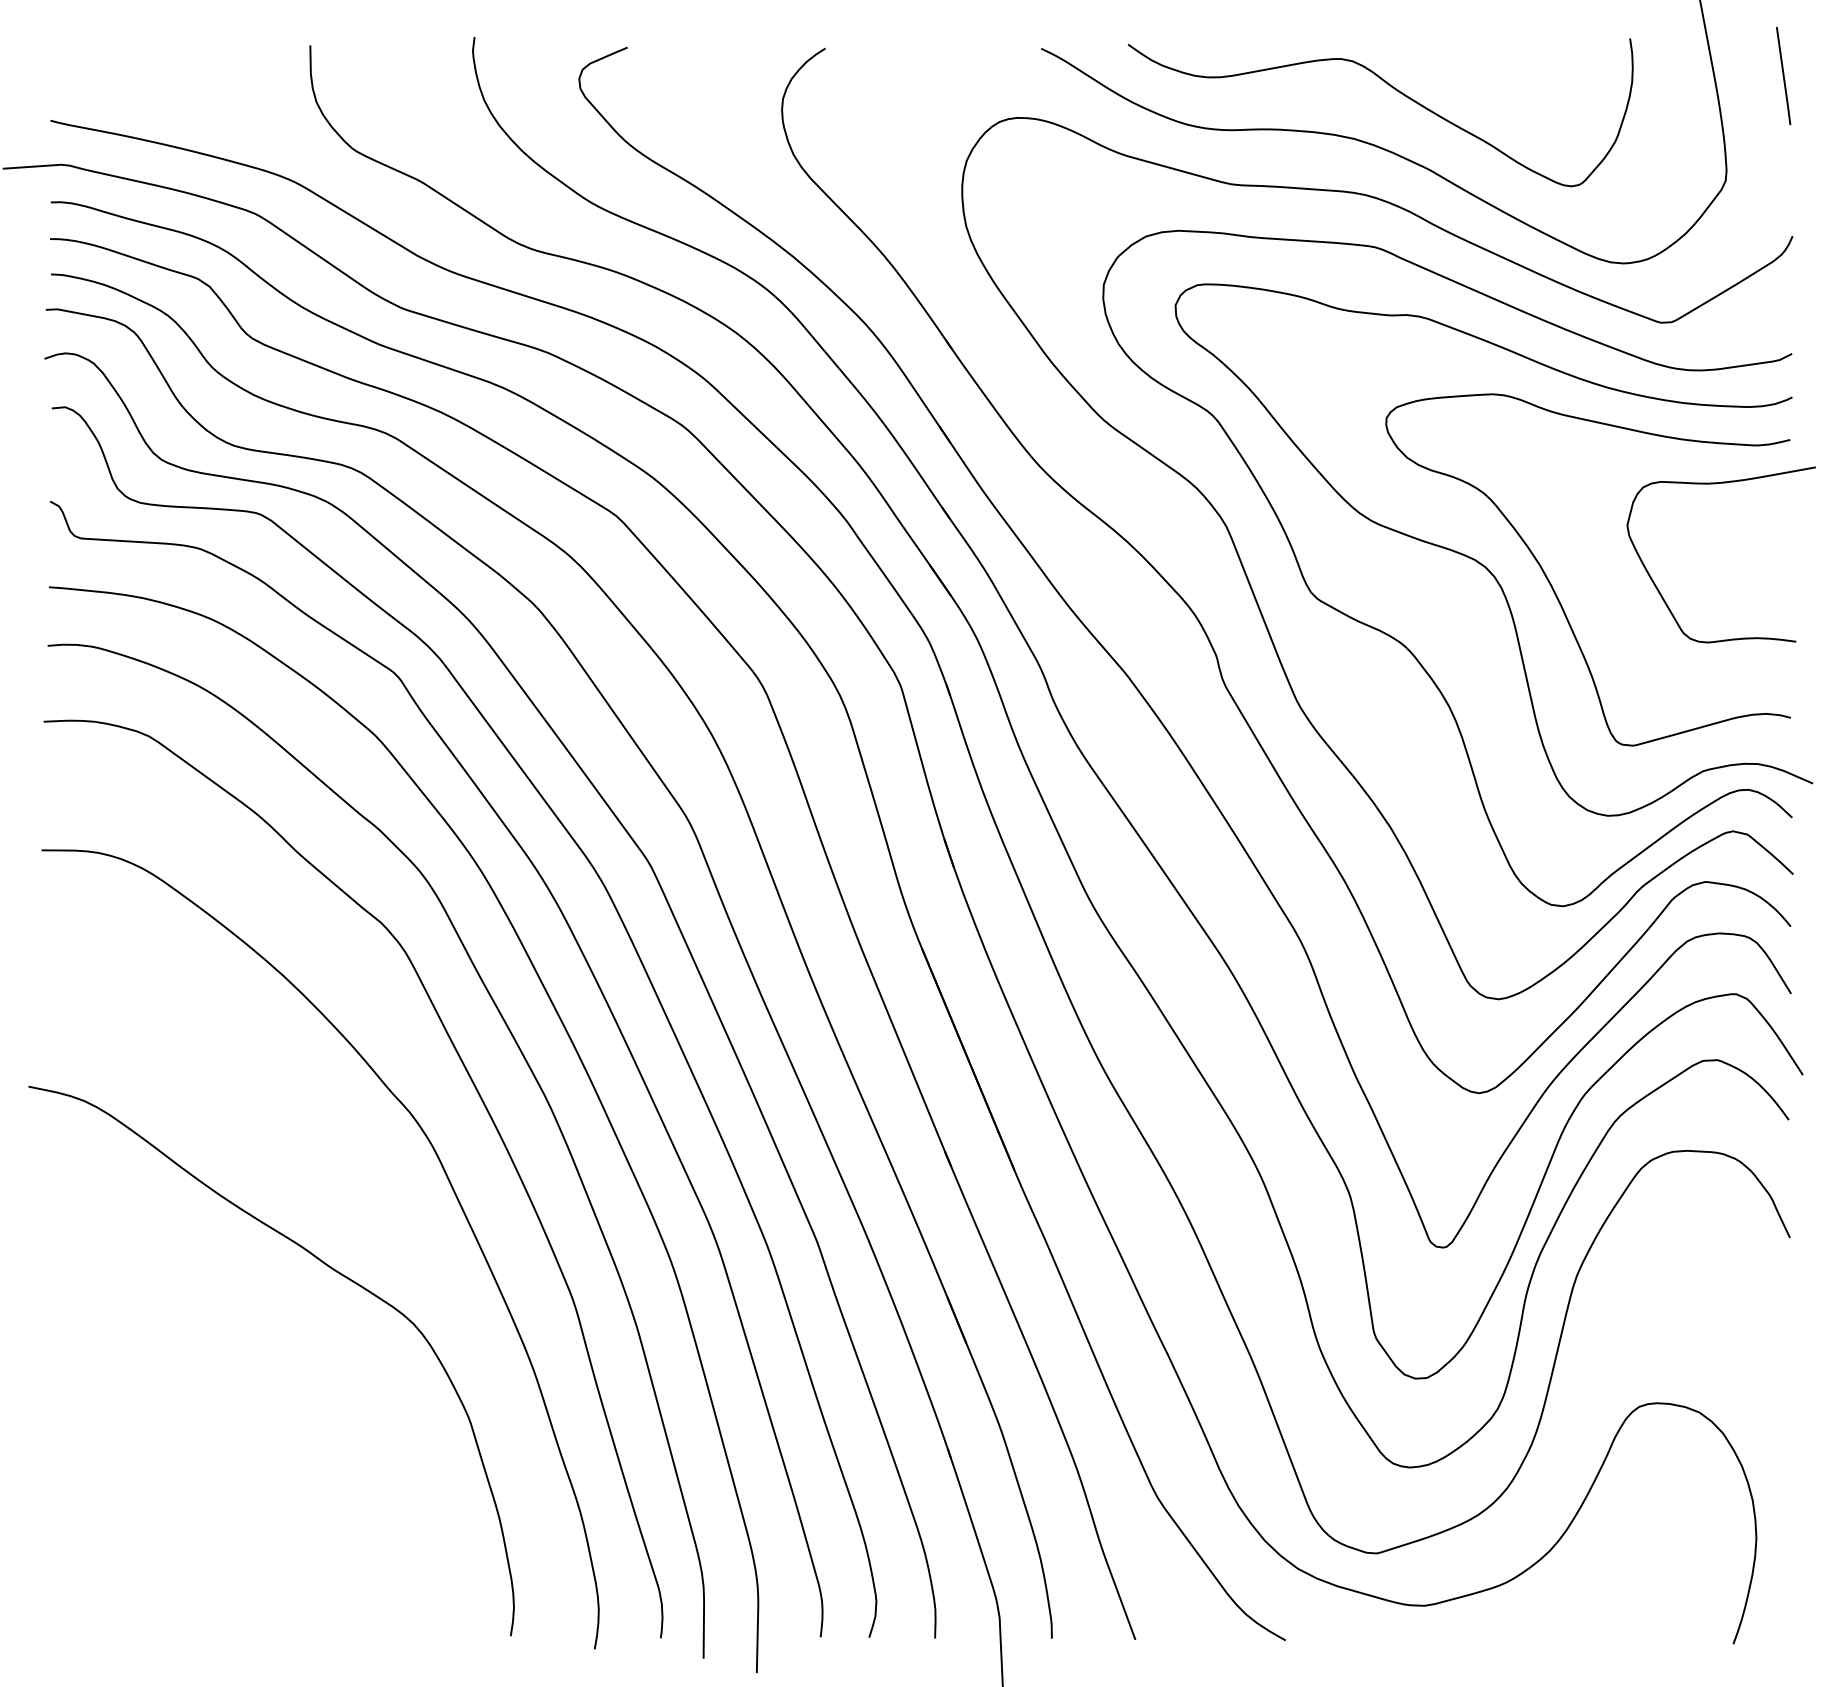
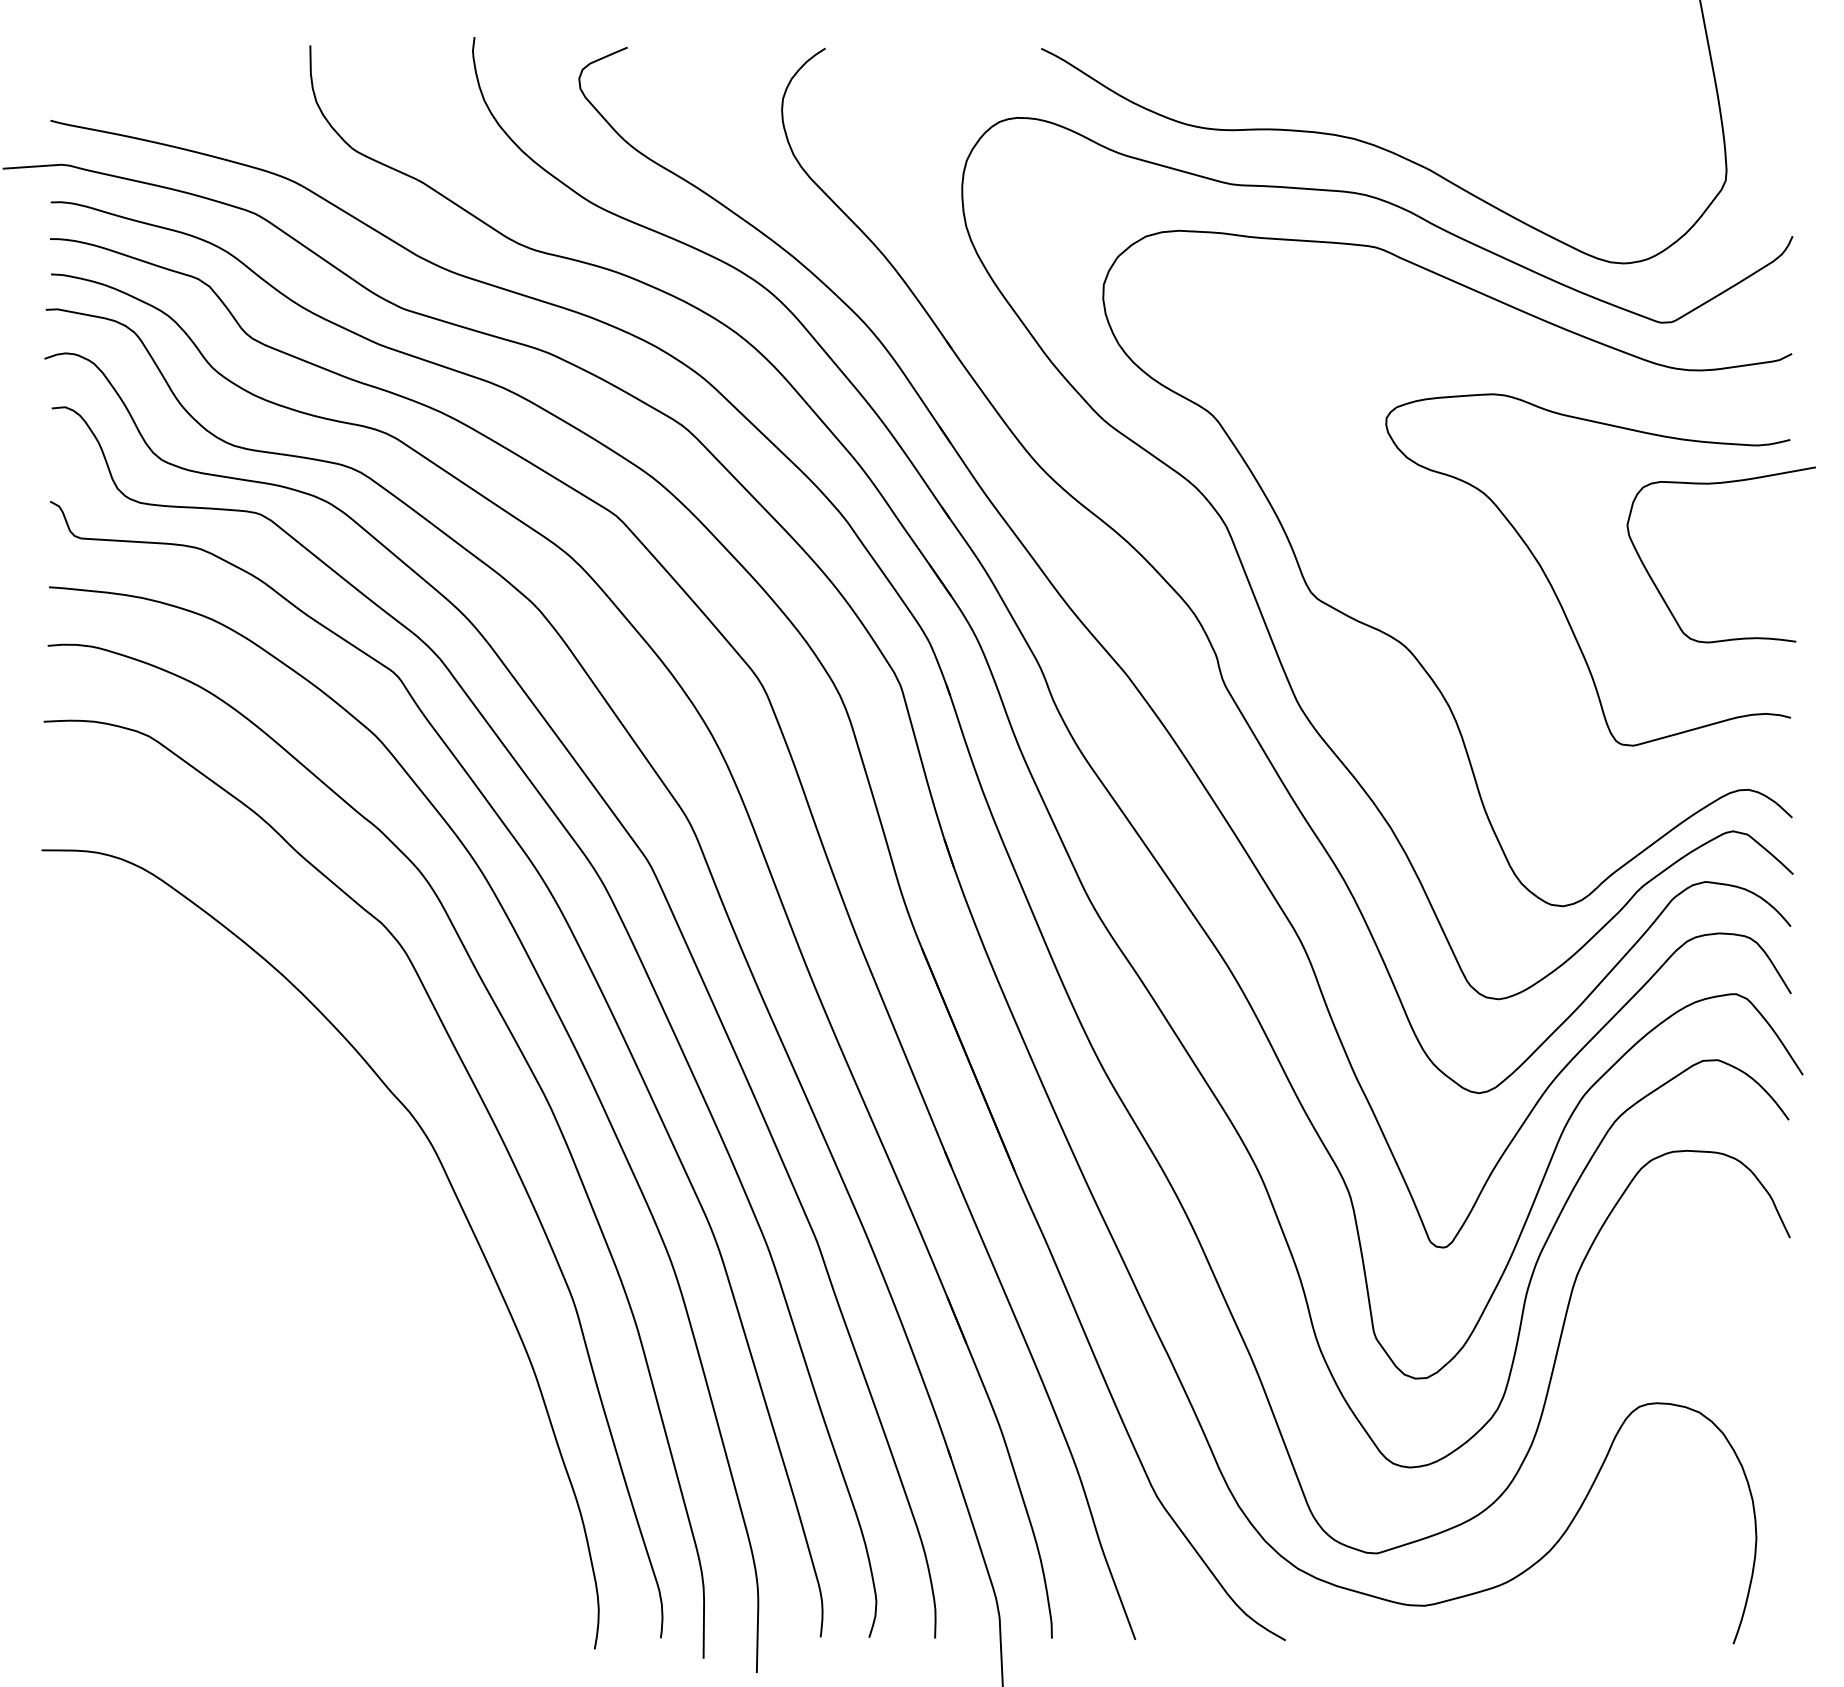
line at (1783, 75): present -> none
curve at (1395, 90): present -> none
curve at (1483, 564): present -> none
part at (331, 1269): present -> none
